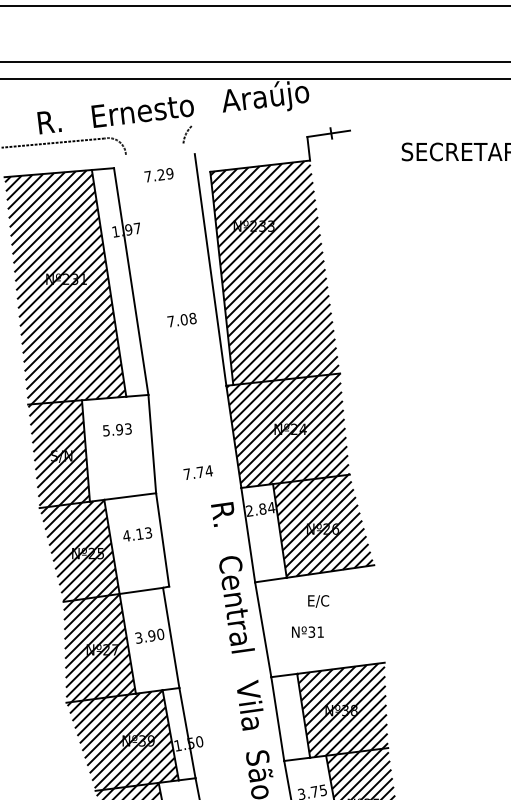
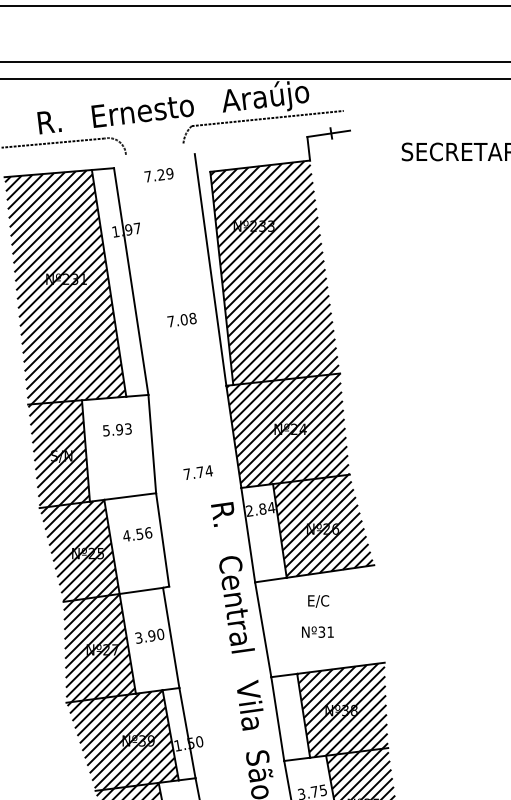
line at (267, 118): none -> present
text at (144, 533): 4.13 -> 4.56
text at (307, 631) position: (307, 631) -> (317, 631)
